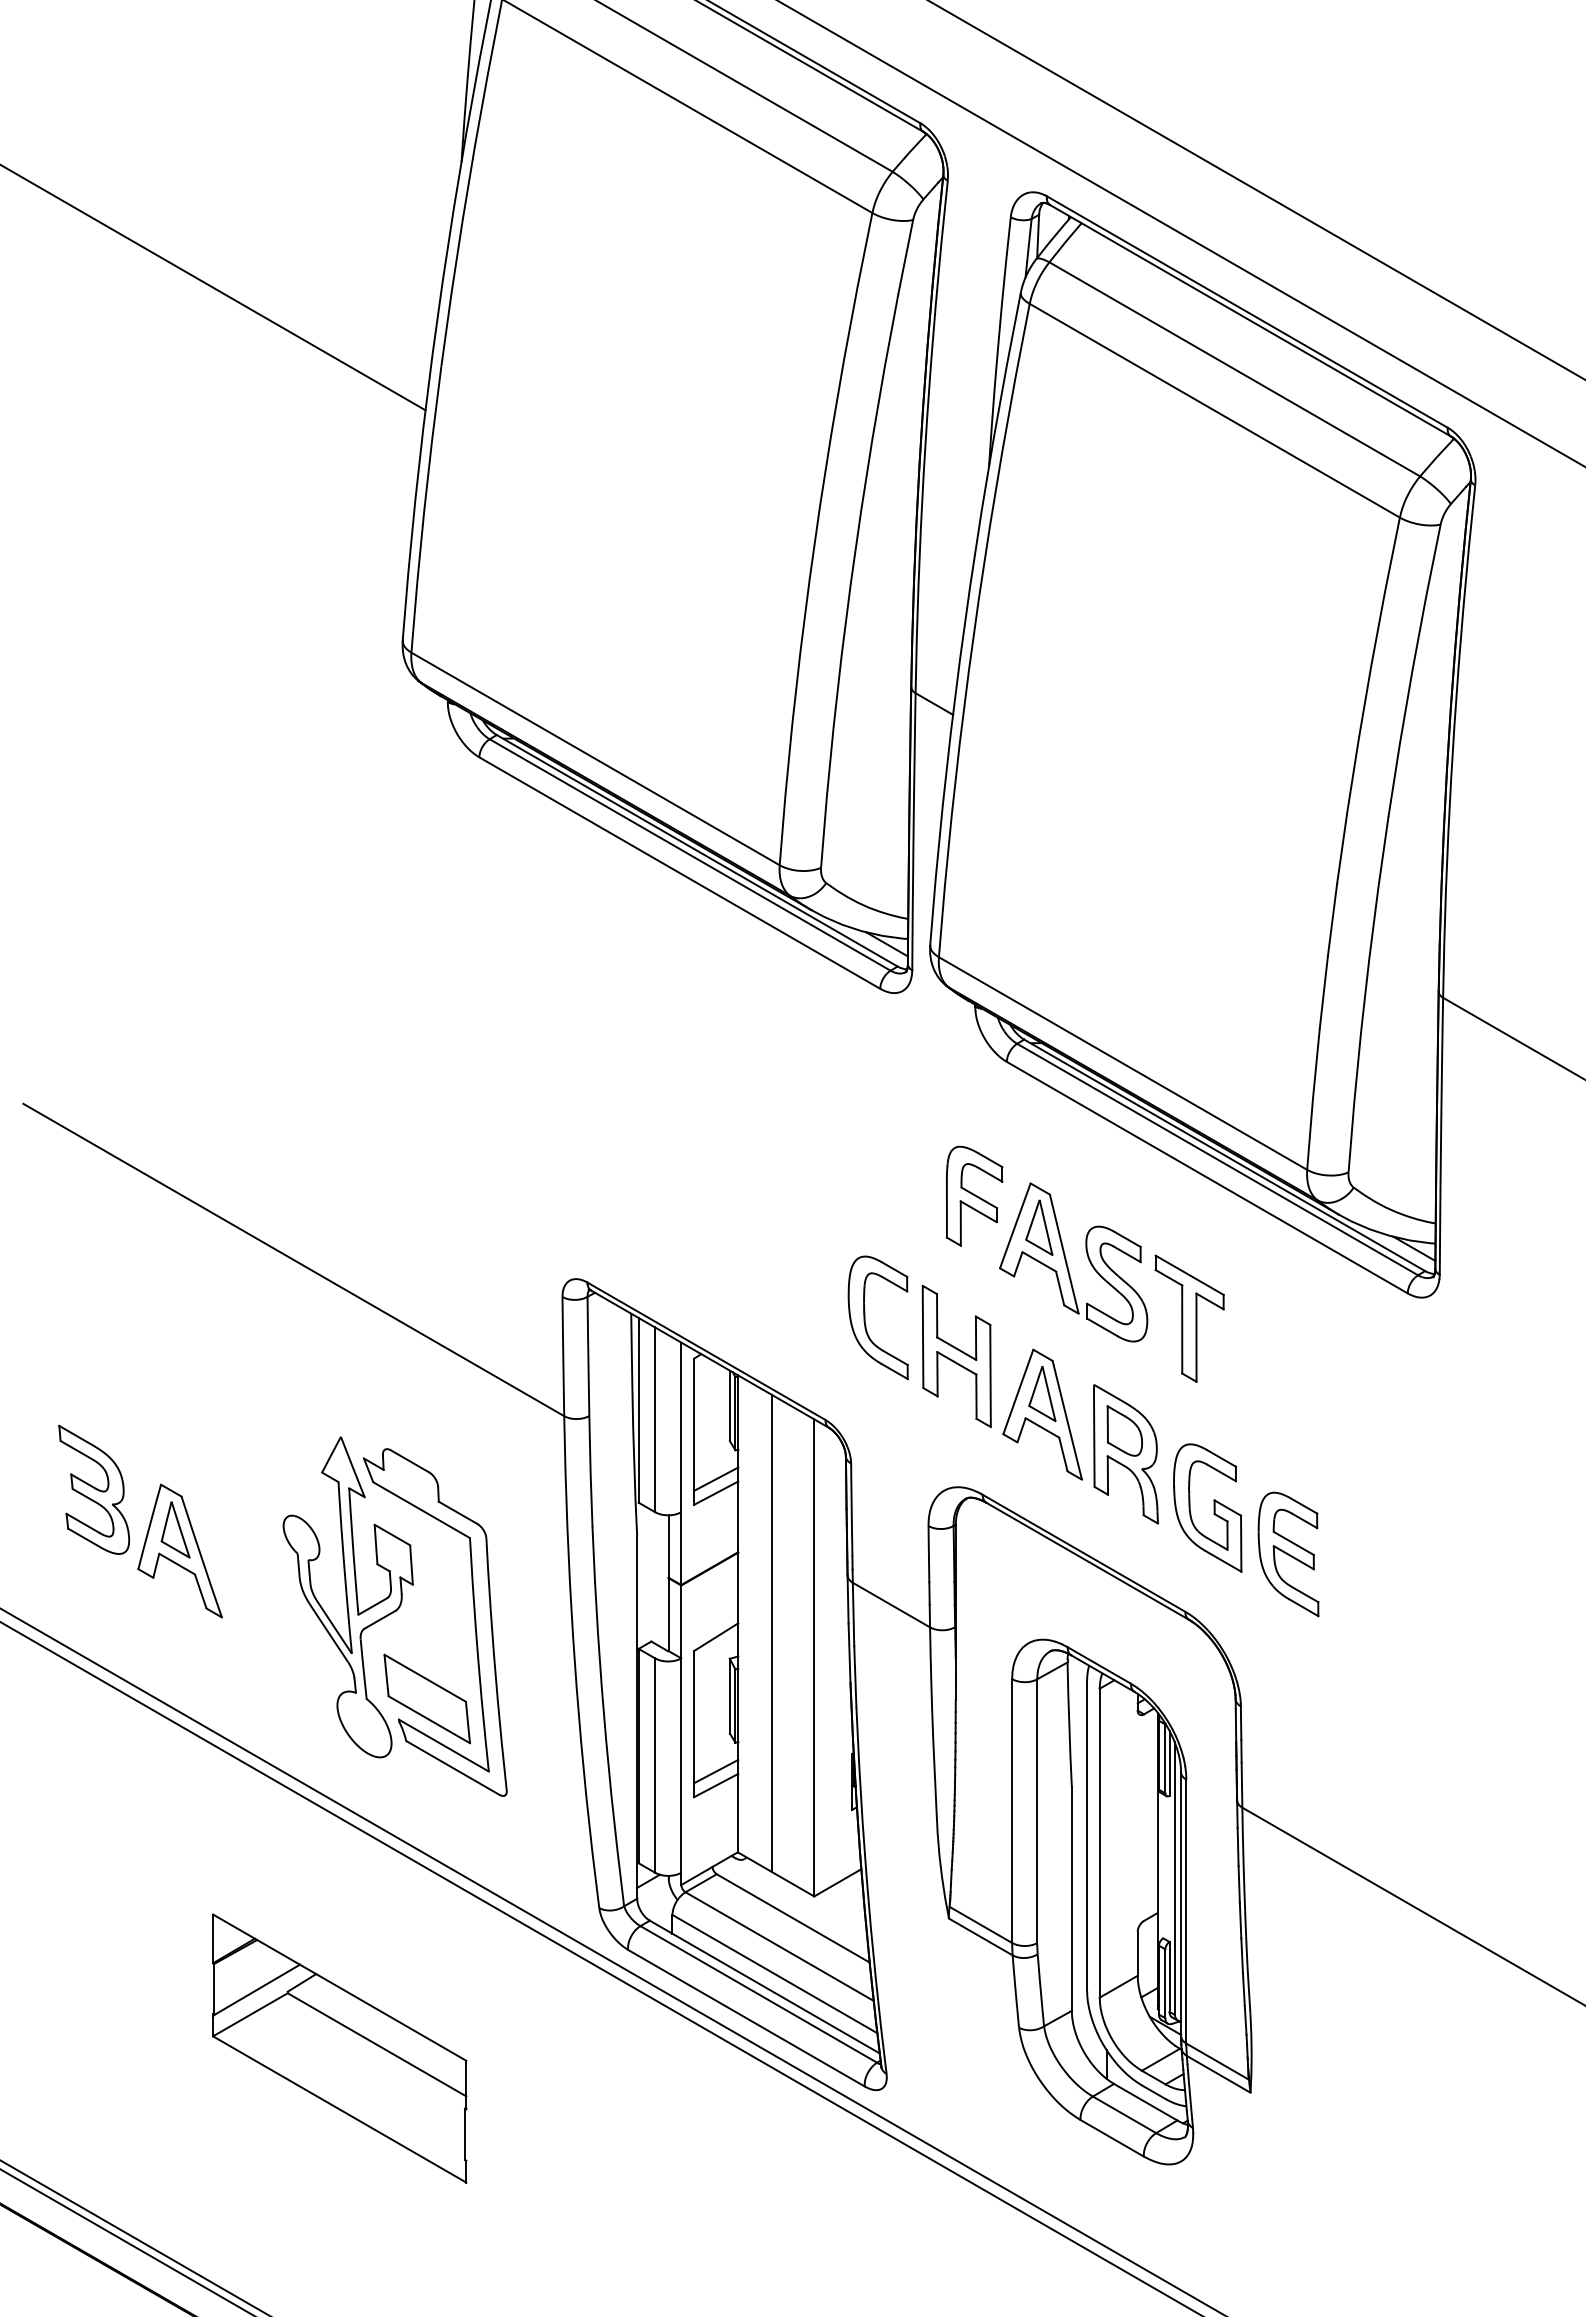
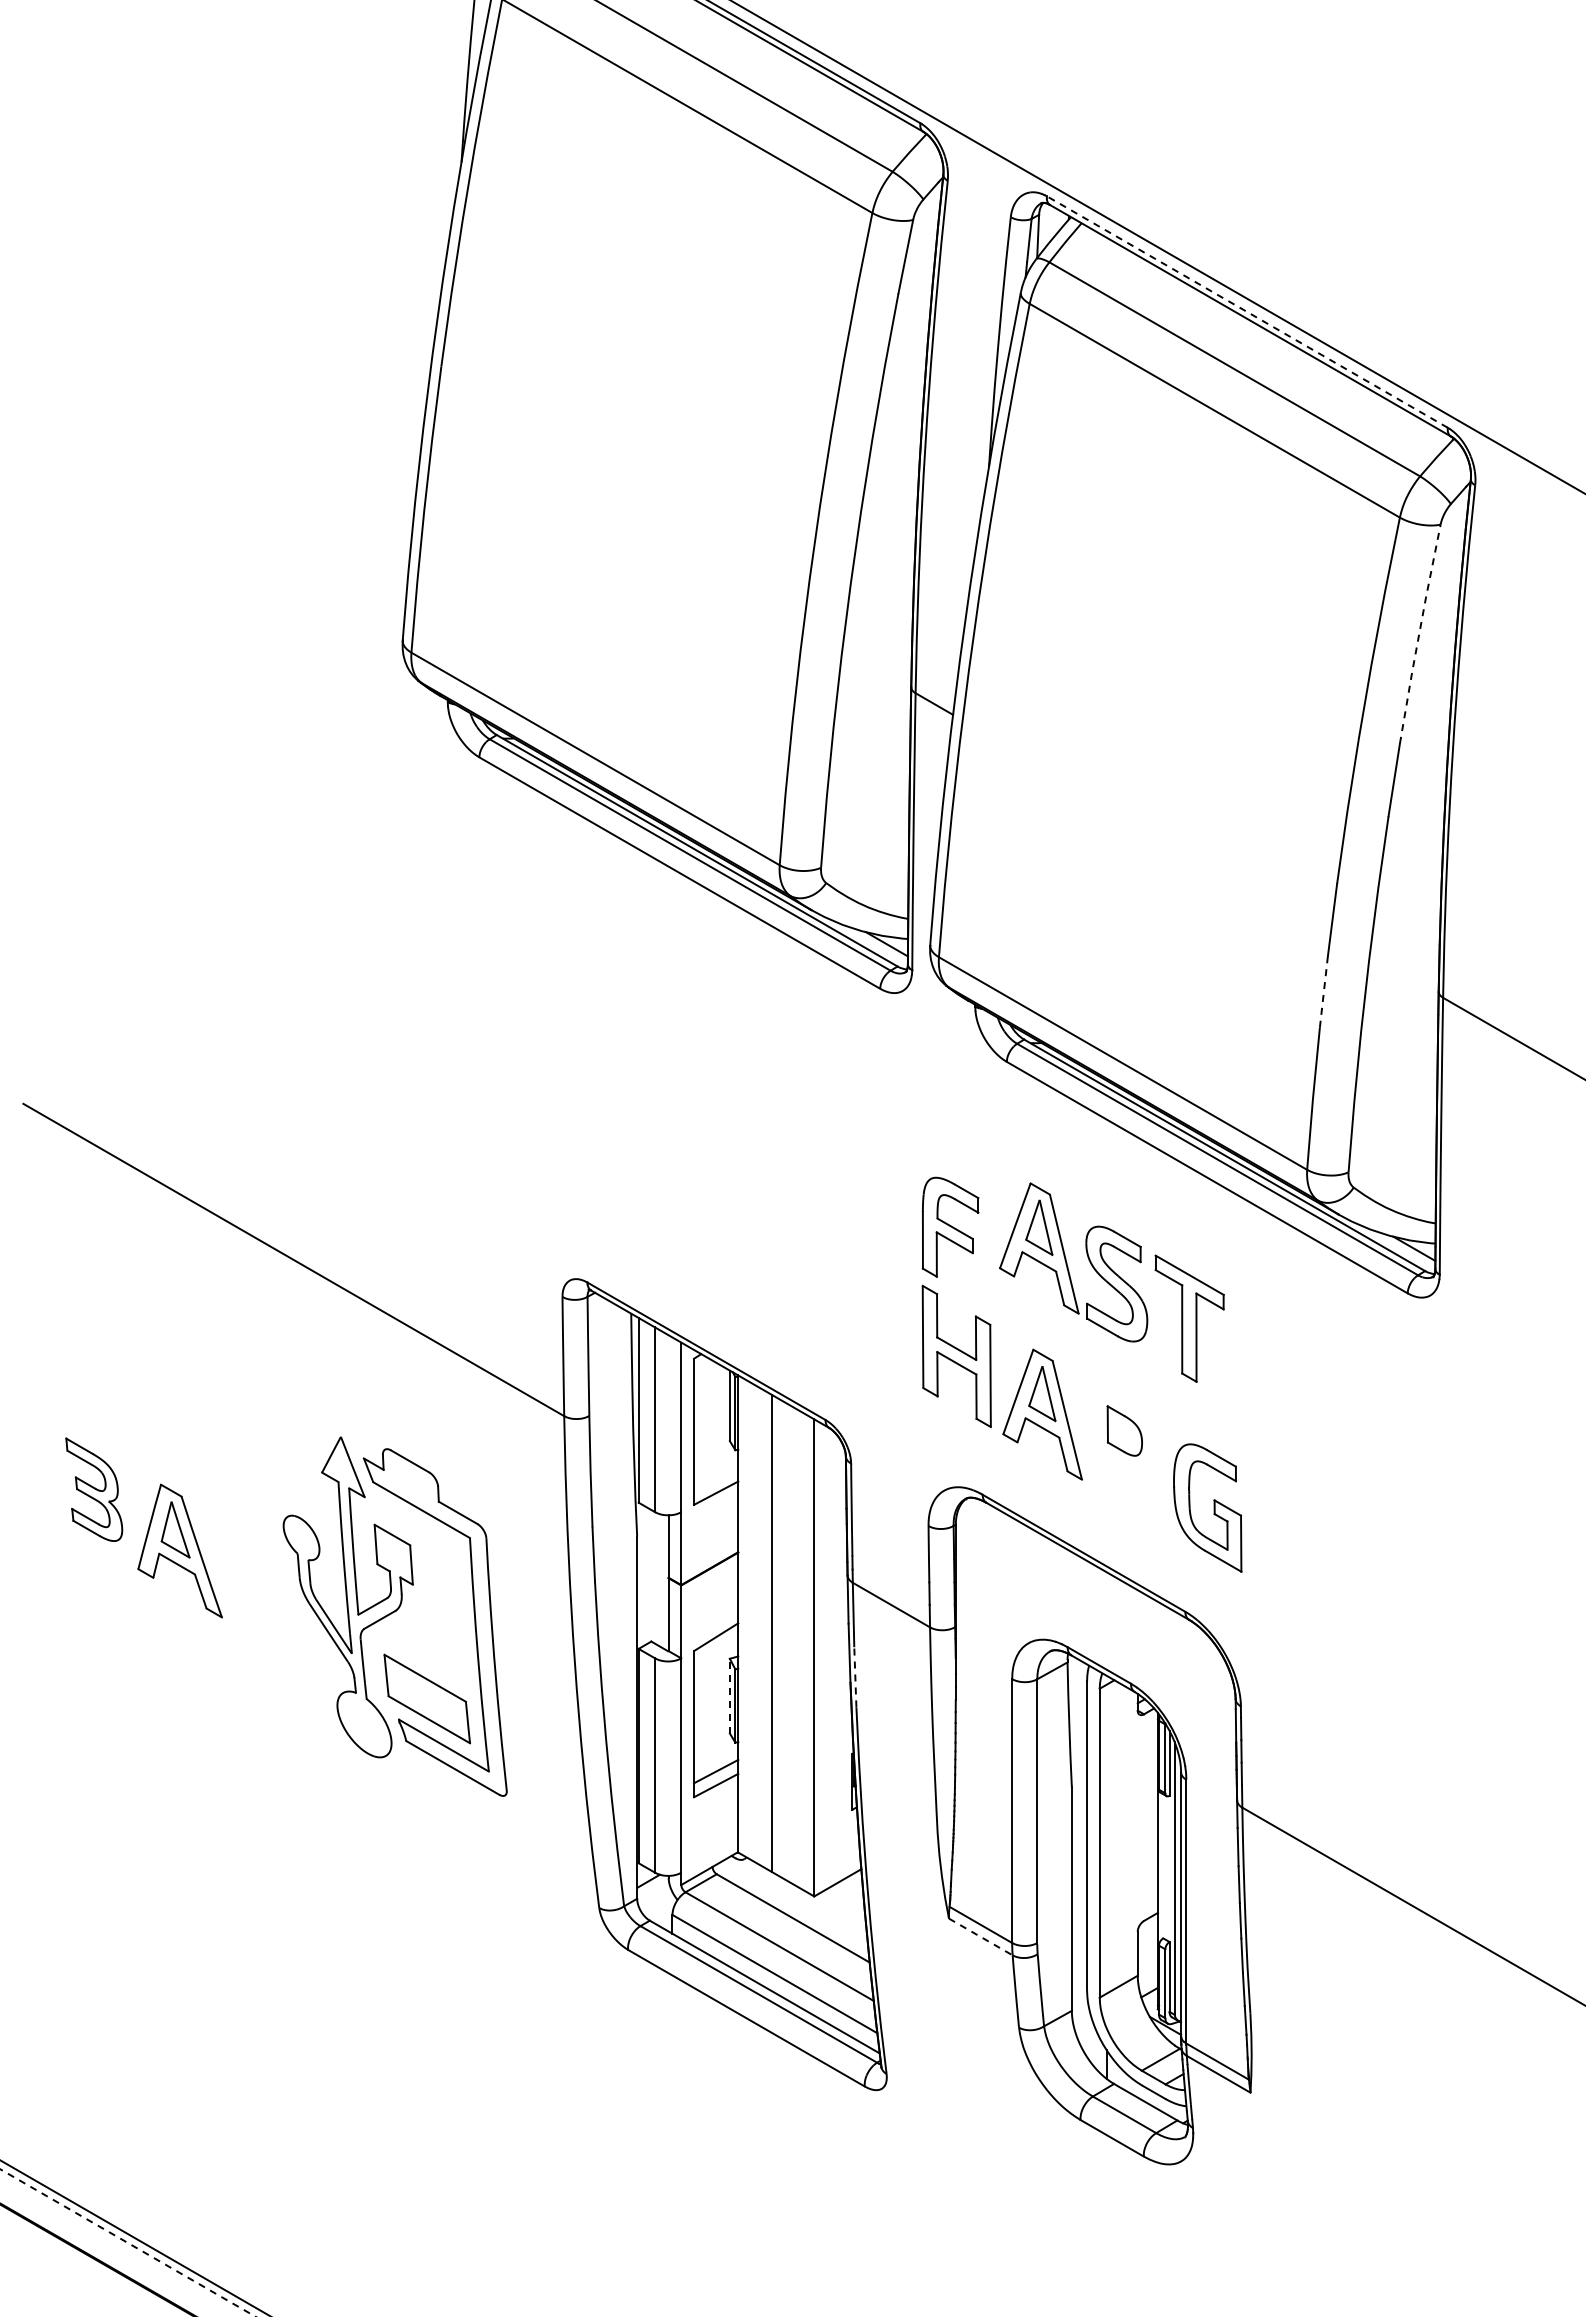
line at (1256, 190): present -> none
line at (1181, 233) position: (1181, 233) -> (1157, 247)
line at (213, 288): present -> none
line at (1246, 311): solid -> dashed
line at (1419, 634): solid -> dashed
line at (1323, 991): solid -> dashed
part at (974, 1195) position: (974, 1195) -> (950, 1226)
part at (865, 1317): present -> none
part at (1125, 1454): present -> none
line at (716, 1478): present -> none
part at (94, 1489) size: 73x131 px -> 59x105 px
part at (1288, 1554): present -> none
line at (855, 1676): solid -> dashed
line at (729, 1695): solid -> dashed
line at (980, 1936): solid -> dashed
line at (611, 1961): present -> none
line at (600, 1968): present -> none
part at (339, 2048): present -> none
line at (128, 2243): solid -> dashed
